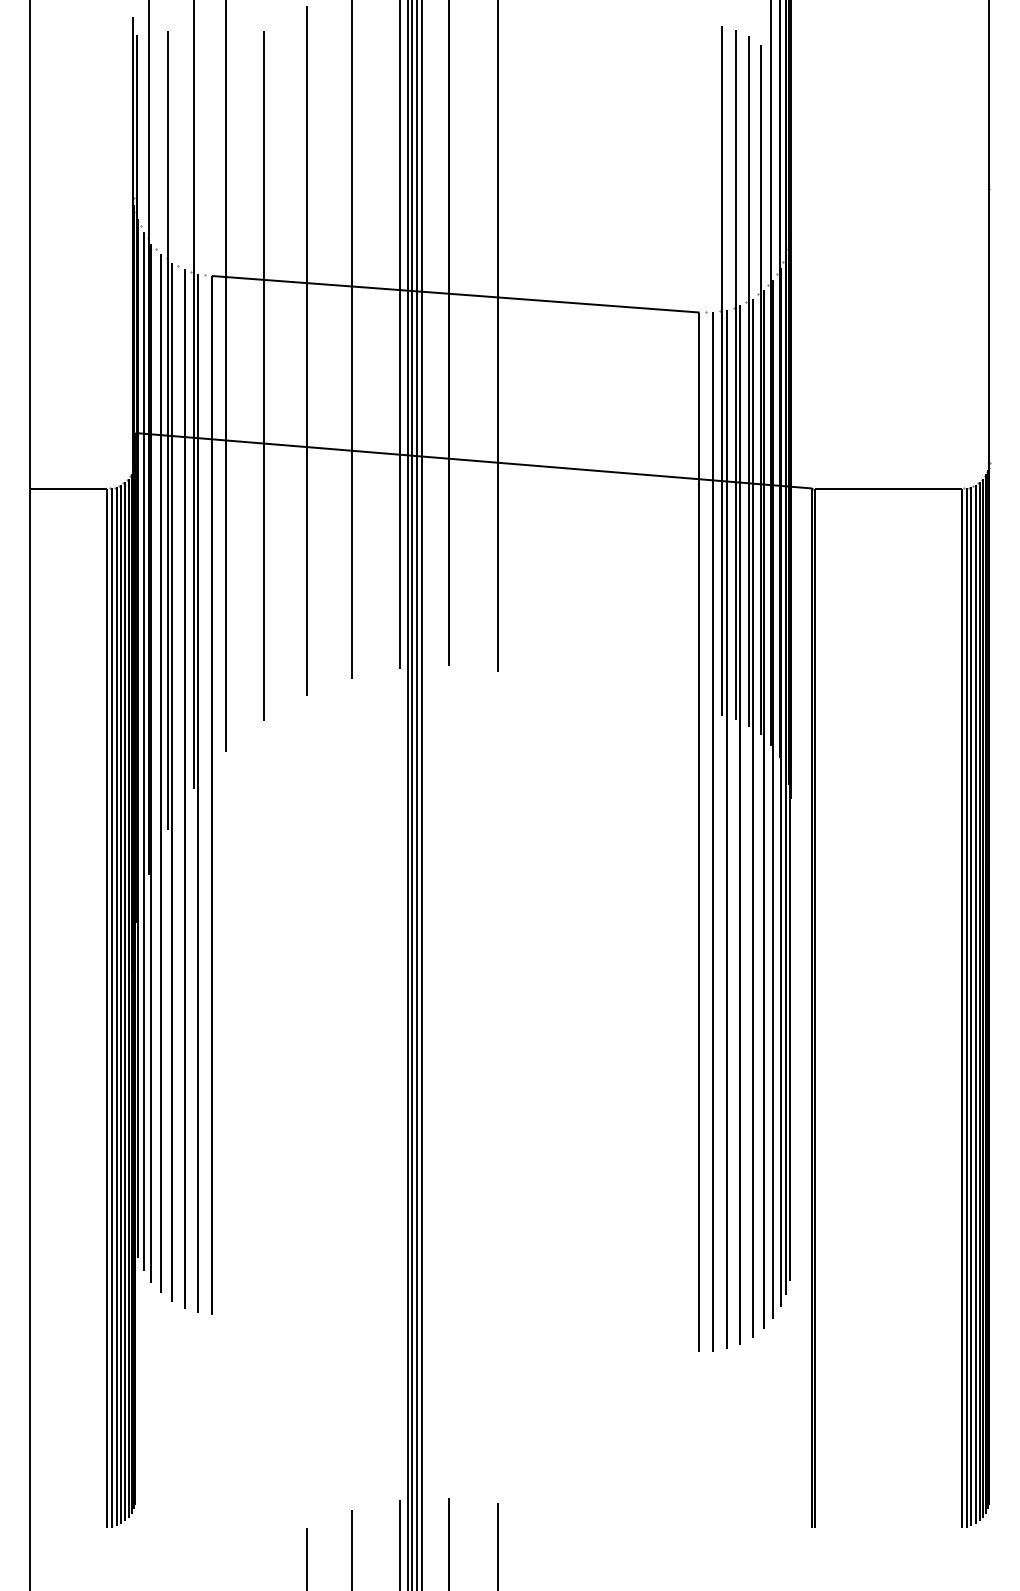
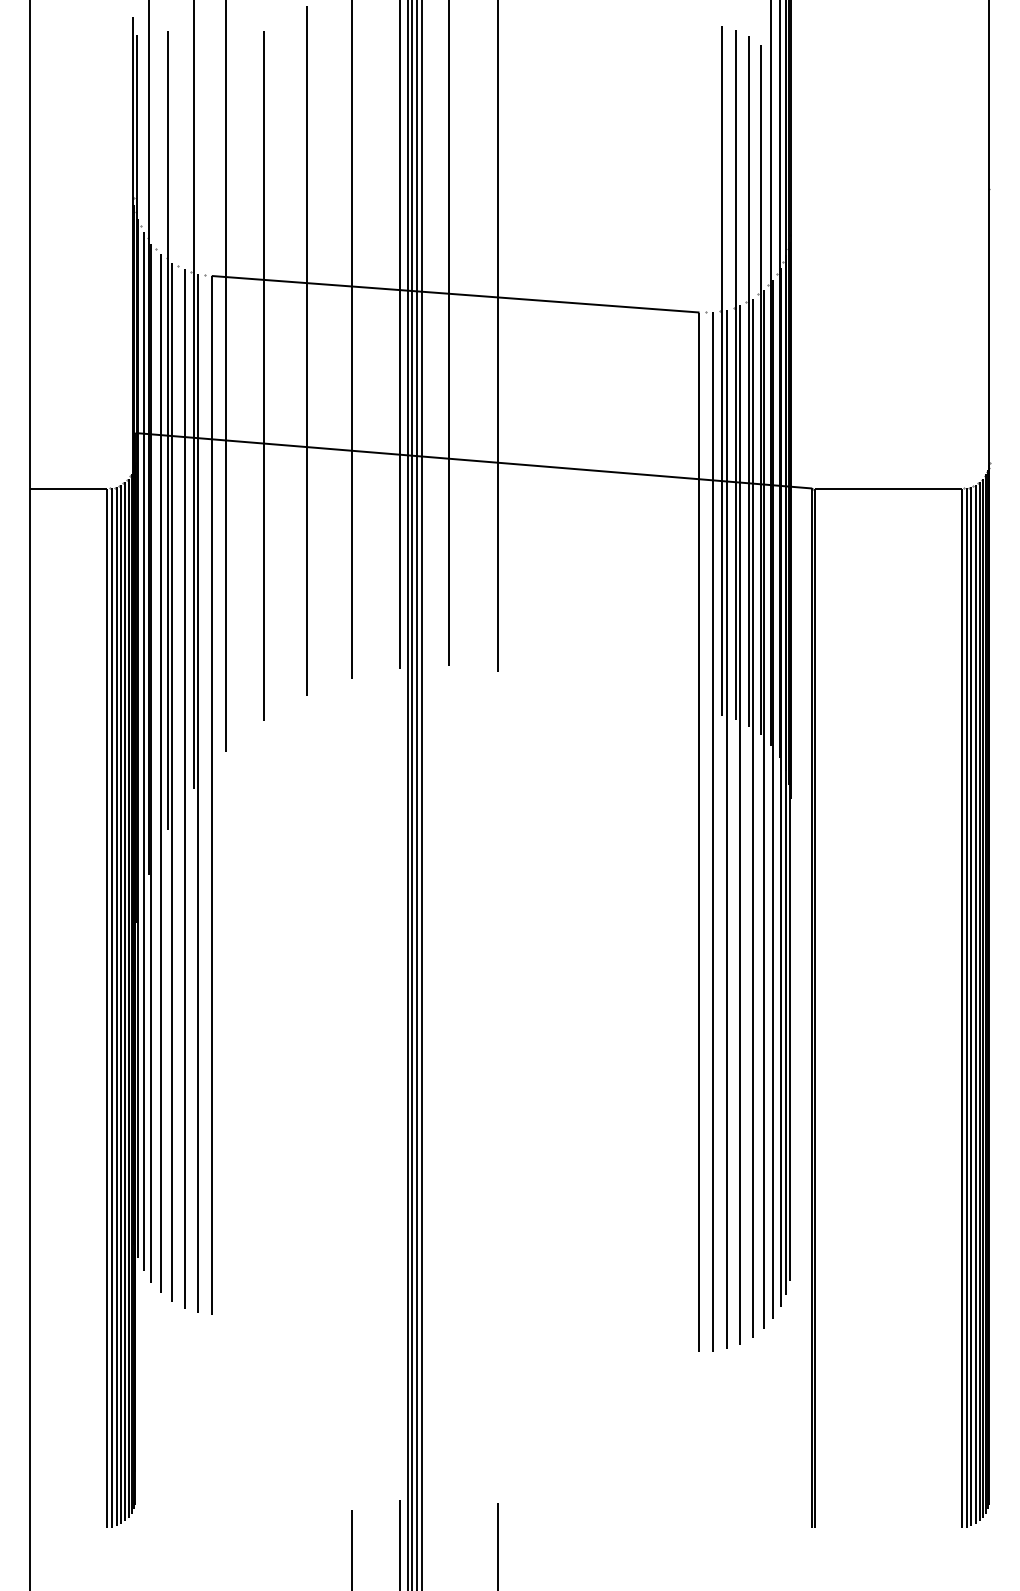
line at (449, 1542): present -> none
line at (306, 1557): present -> none
